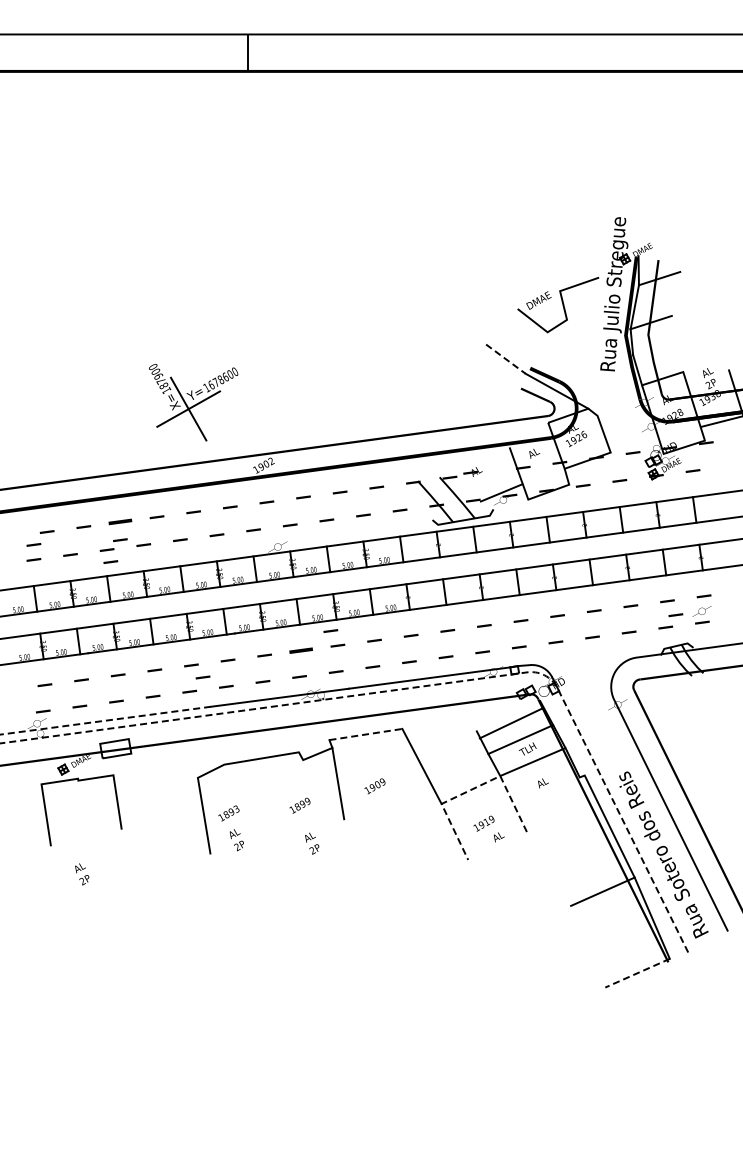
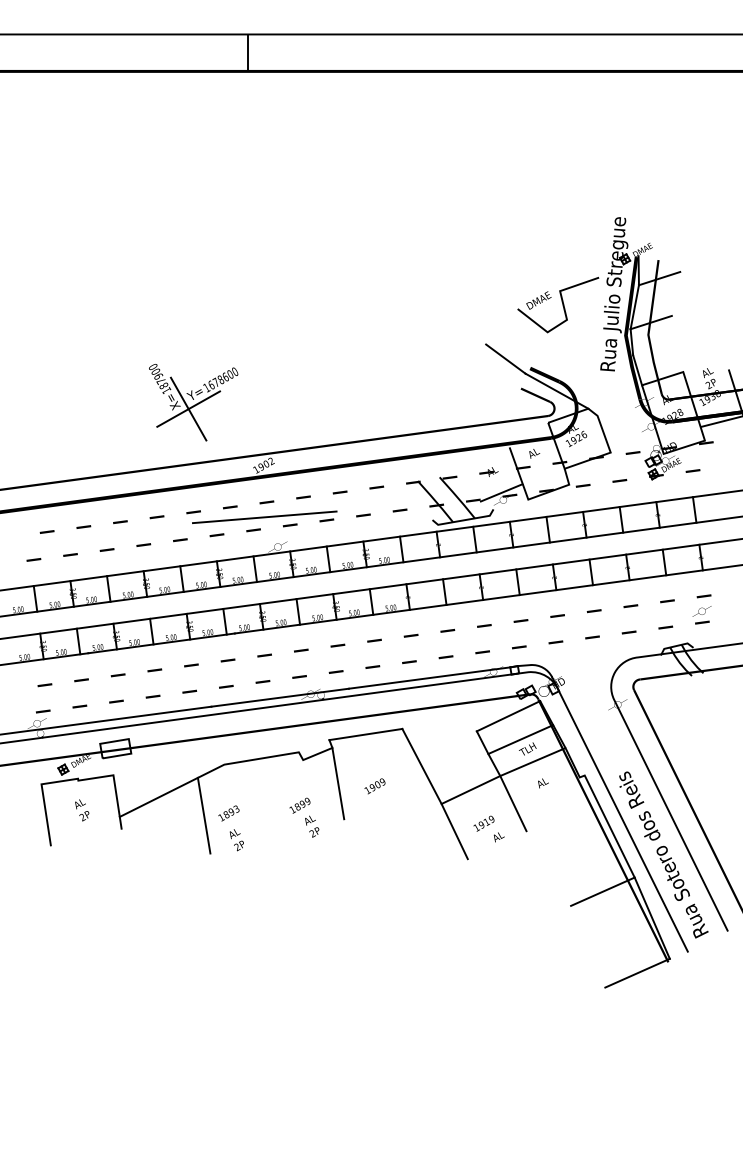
line at (506, 359): dashed -> solid
text at (472, 471) position: (472, 471) -> (488, 471)
line at (264, 517): none -> present
part at (120, 521) size: 25x8 px -> 15x5 px
part at (120, 540): present -> none
line at (33, 544): present -> none
line at (110, 561): present -> none
line at (675, 615): present -> none
line at (330, 630): present -> none
part at (300, 650) size: 24x7 px -> 15x5 px
line at (202, 677): present -> none
line at (433, 685): dashed -> solid
line at (106, 720): dashed -> solid
line at (511, 723) position: (511, 723) -> (508, 716)
line at (365, 734): dashed -> solid
line at (470, 790): dashed -> solid
line at (158, 796): none -> present
text at (312, 843) position: (312, 843) -> (312, 826)
text at (82, 874) position: (82, 874) -> (82, 810)
line at (637, 973): dashed -> solid
